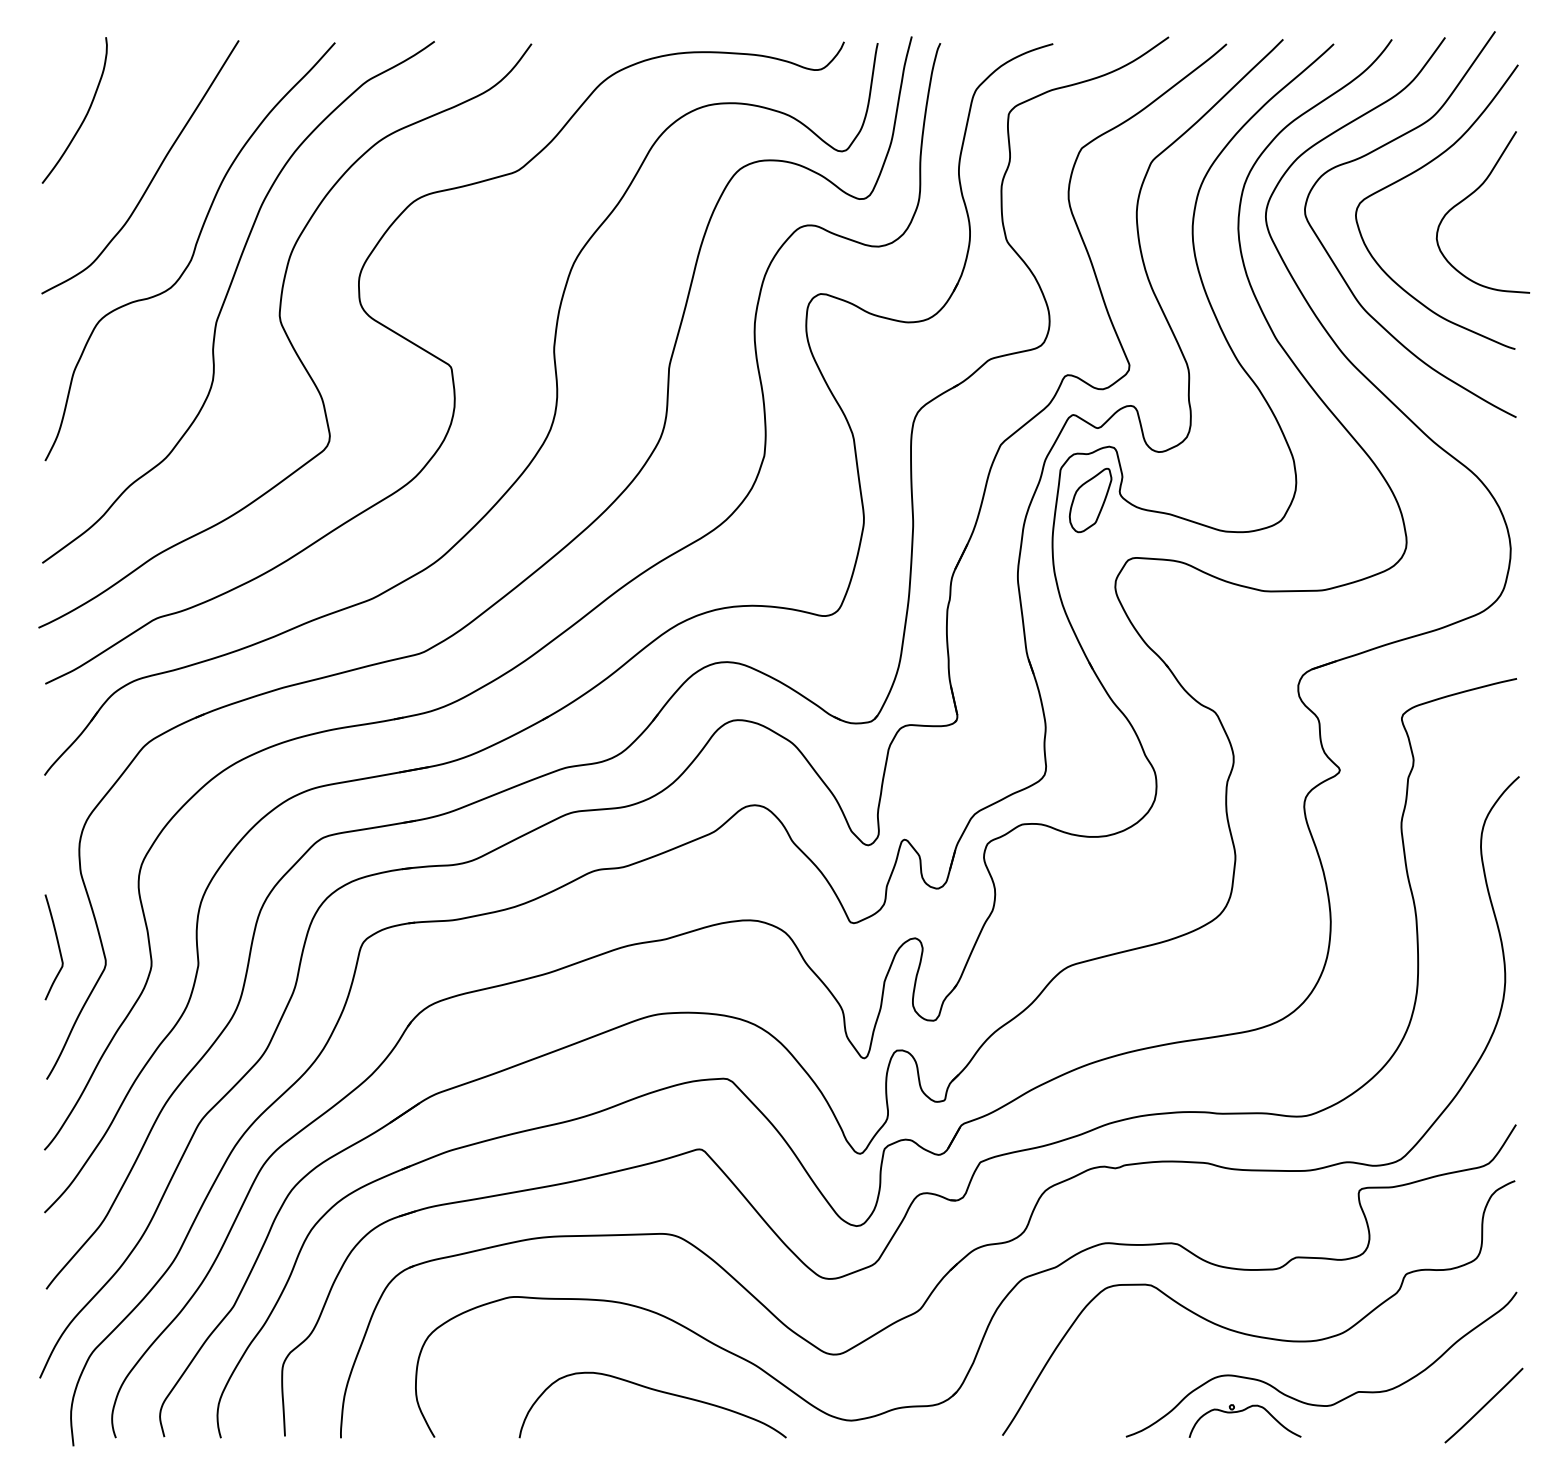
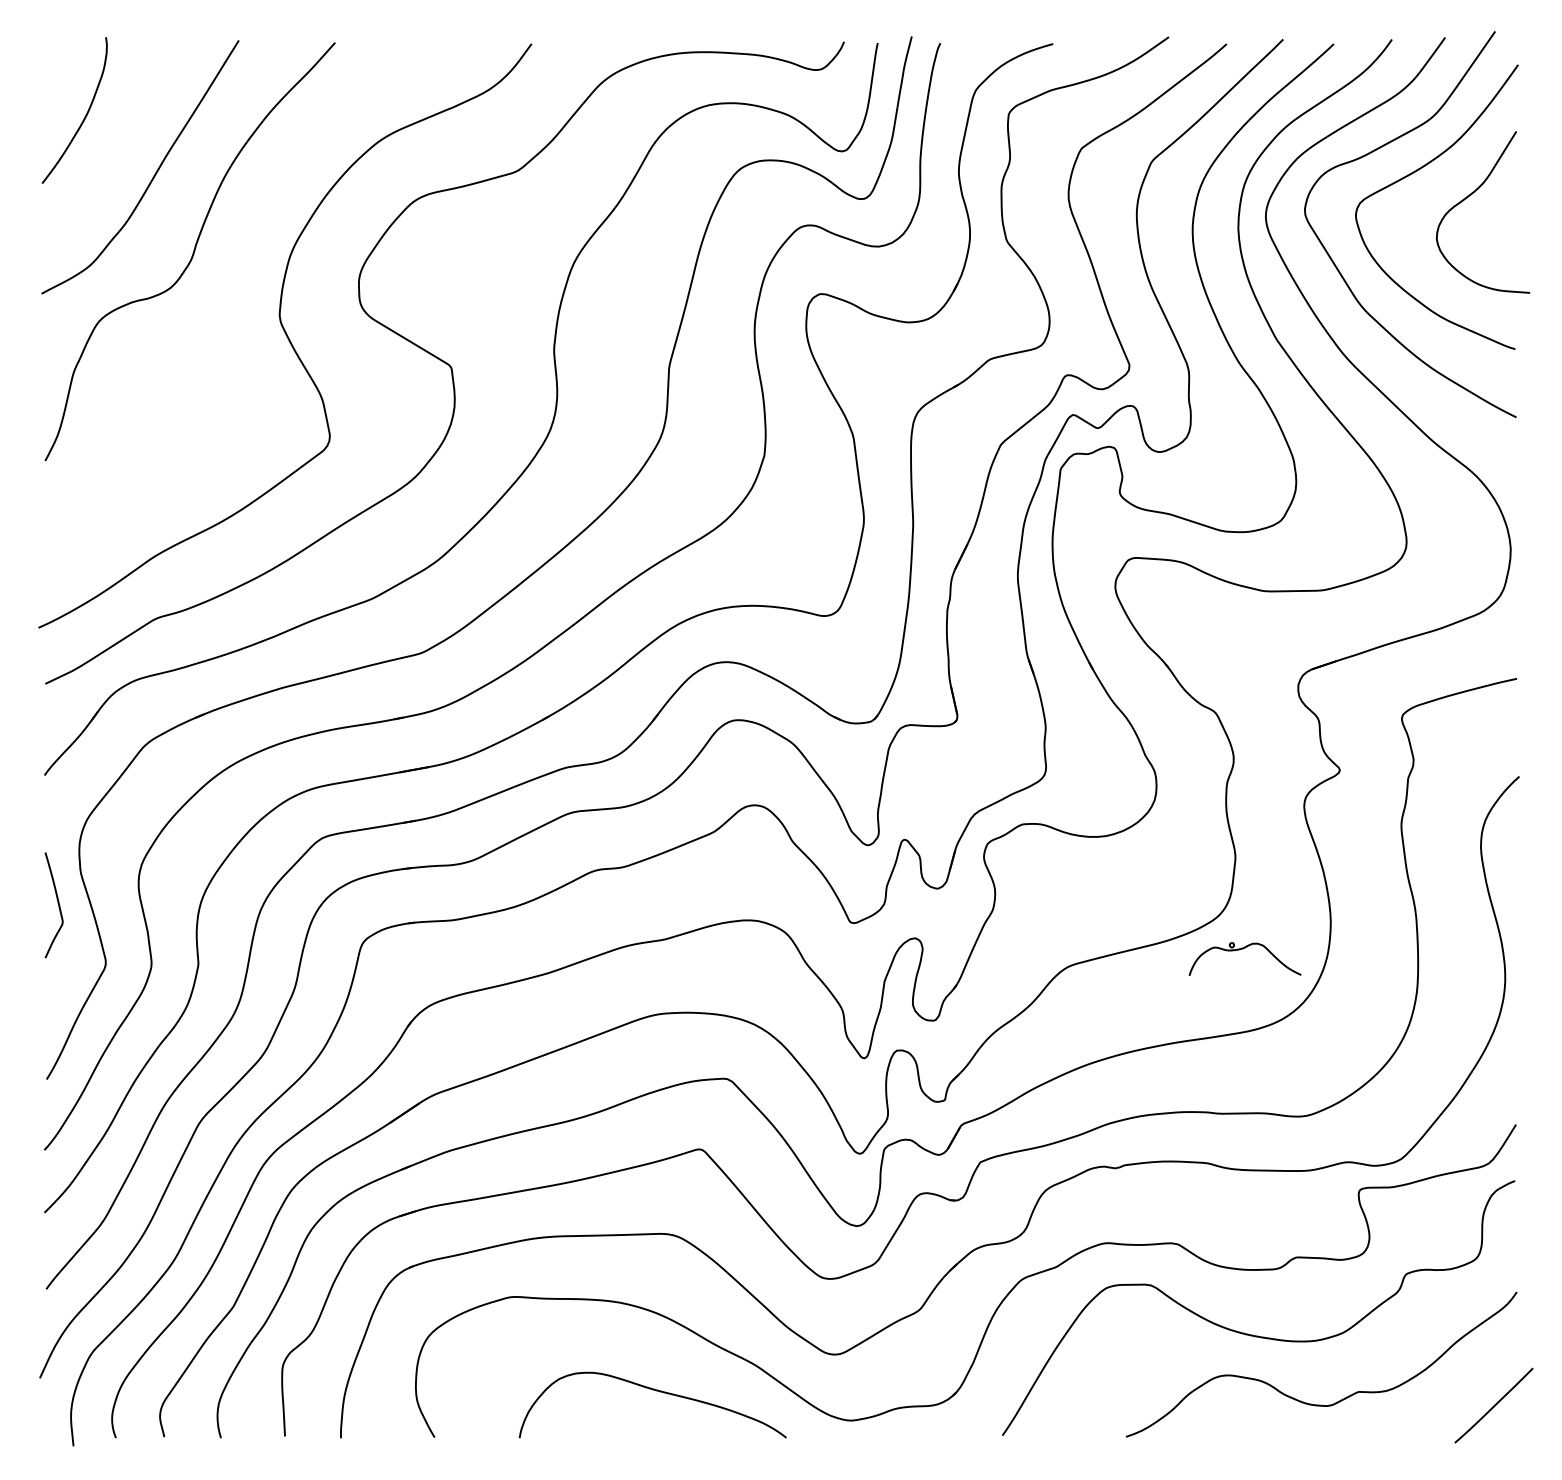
curve at (227, 296): present -> none
part at (1090, 500): present -> none
curve at (57, 945) position: (57, 945) -> (57, 903)
line at (1483, 1405) position: (1483, 1405) -> (1493, 1405)
part at (1243, 1411) position: (1243, 1411) -> (1243, 949)
